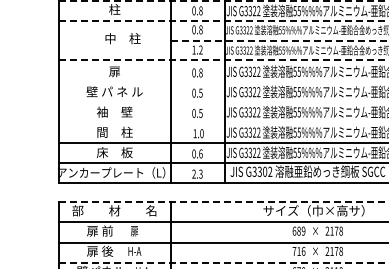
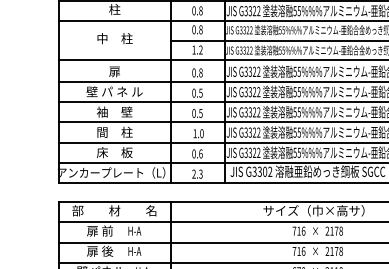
line at (224, 0): dashed -> solid
line at (224, 21): dashed -> solid
text at (122, 38) position: (122, 38) -> (114, 38)
line at (279, 41): dashed -> solid
line at (224, 60): dashed -> solid
line at (221, 81): none -> present
line at (221, 102): none -> present
line at (221, 122): none -> present
line at (224, 201): dashed -> solid
text at (298, 230): 689 -> 716
text at (134, 231): 扉 -> H-A
line at (224, 262): dashed -> solid
